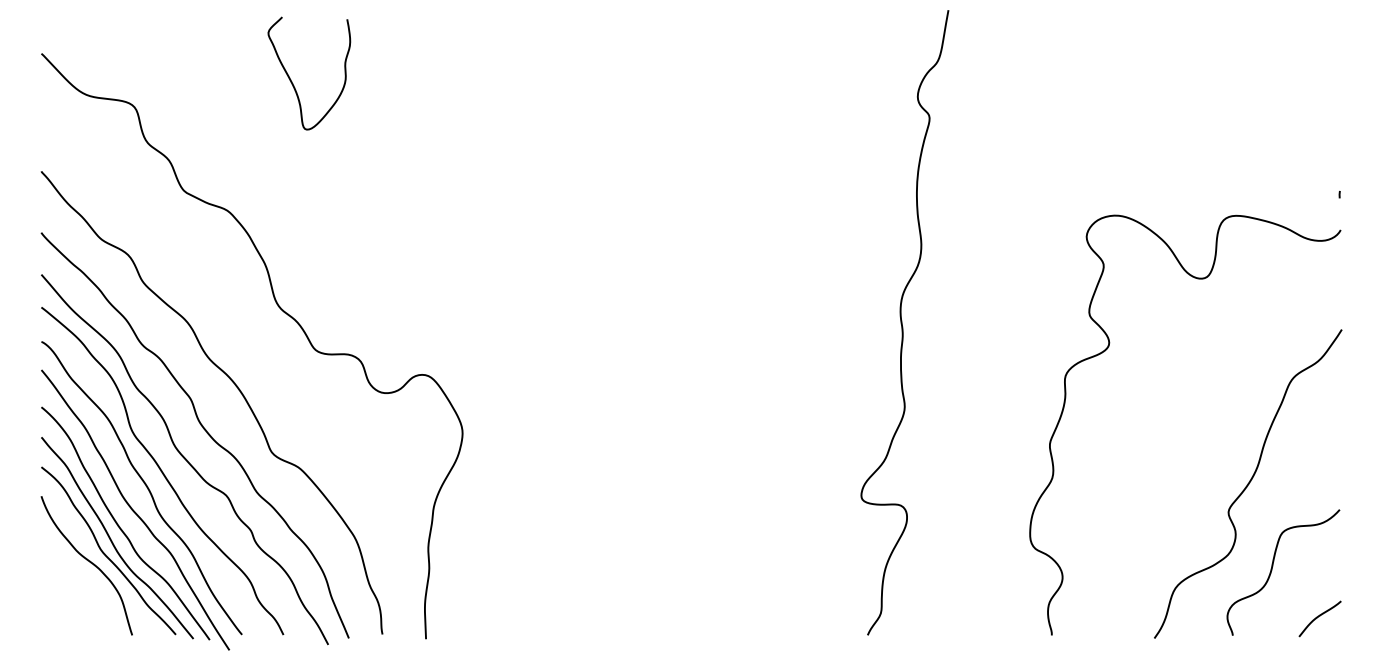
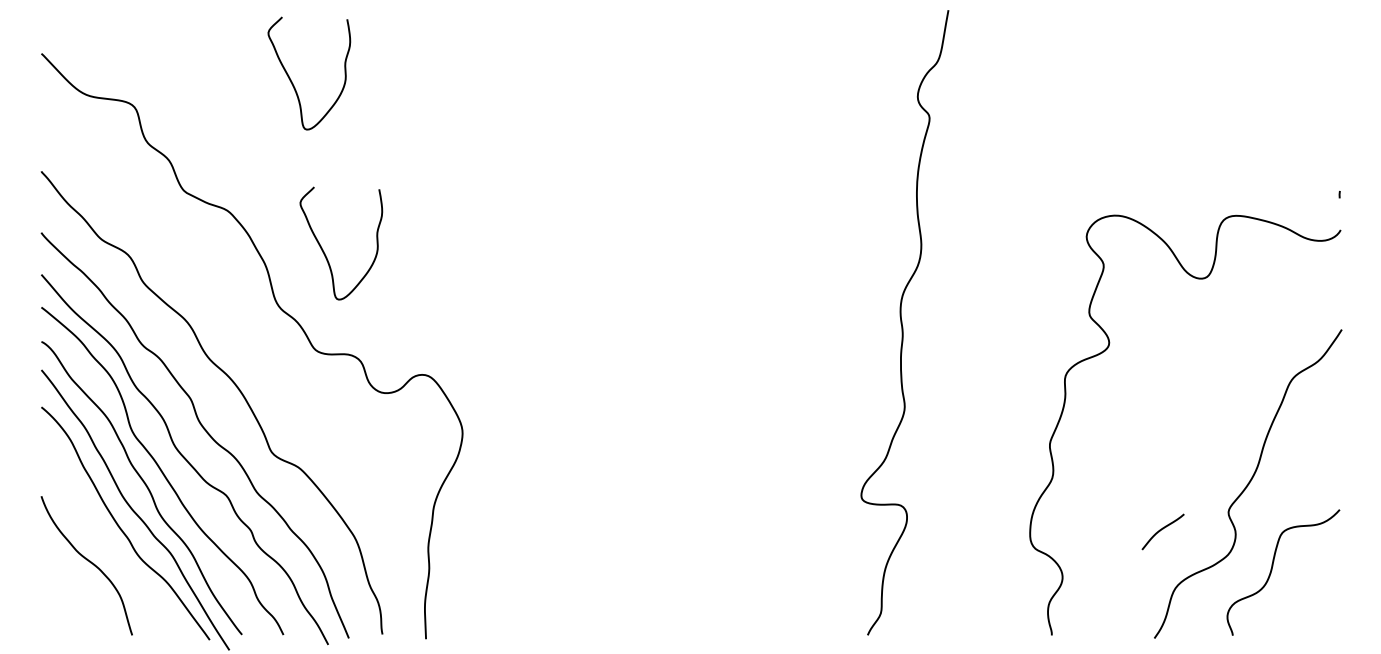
curve at (324, 251): none -> present
part at (117, 538): present -> none
curve at (1318, 617) position: (1318, 617) -> (1161, 530)
